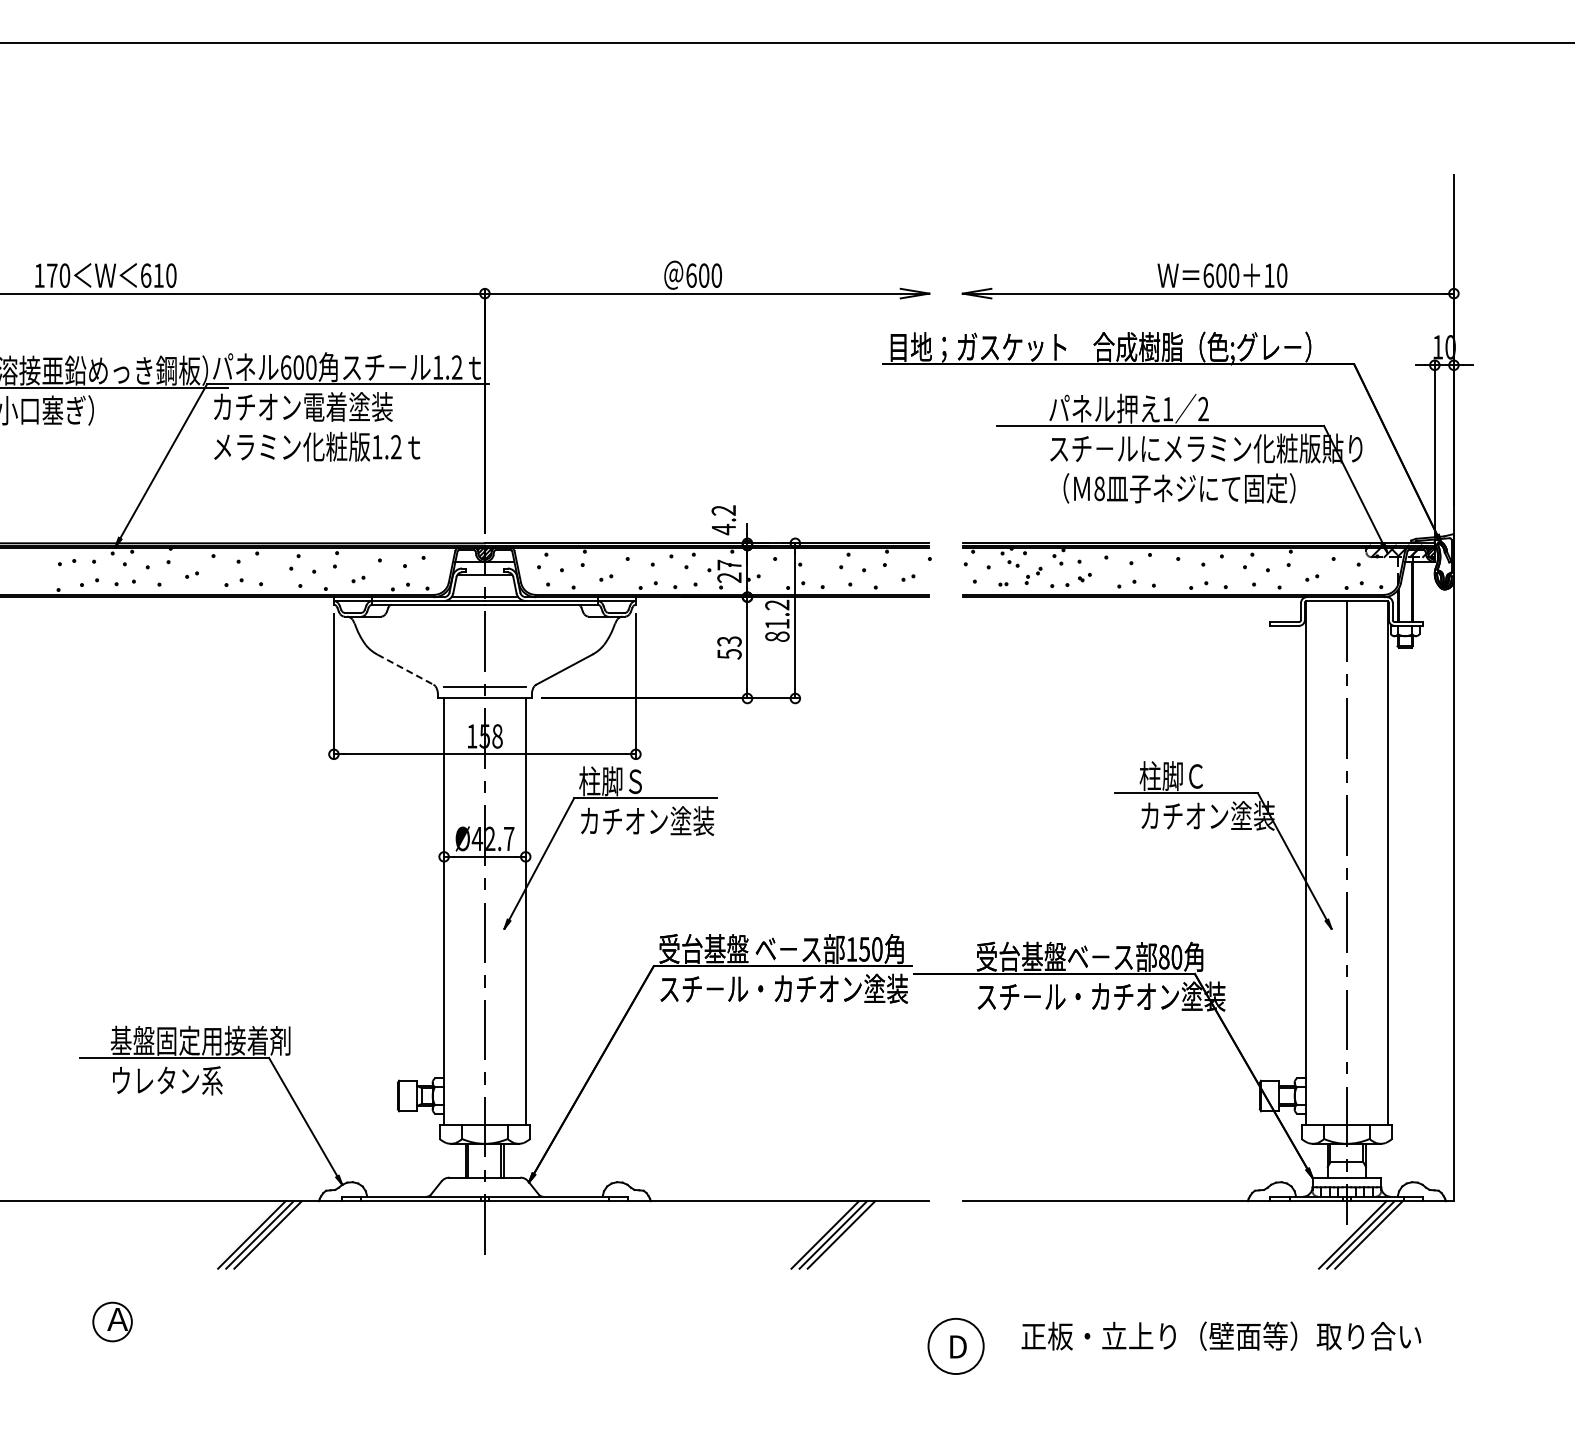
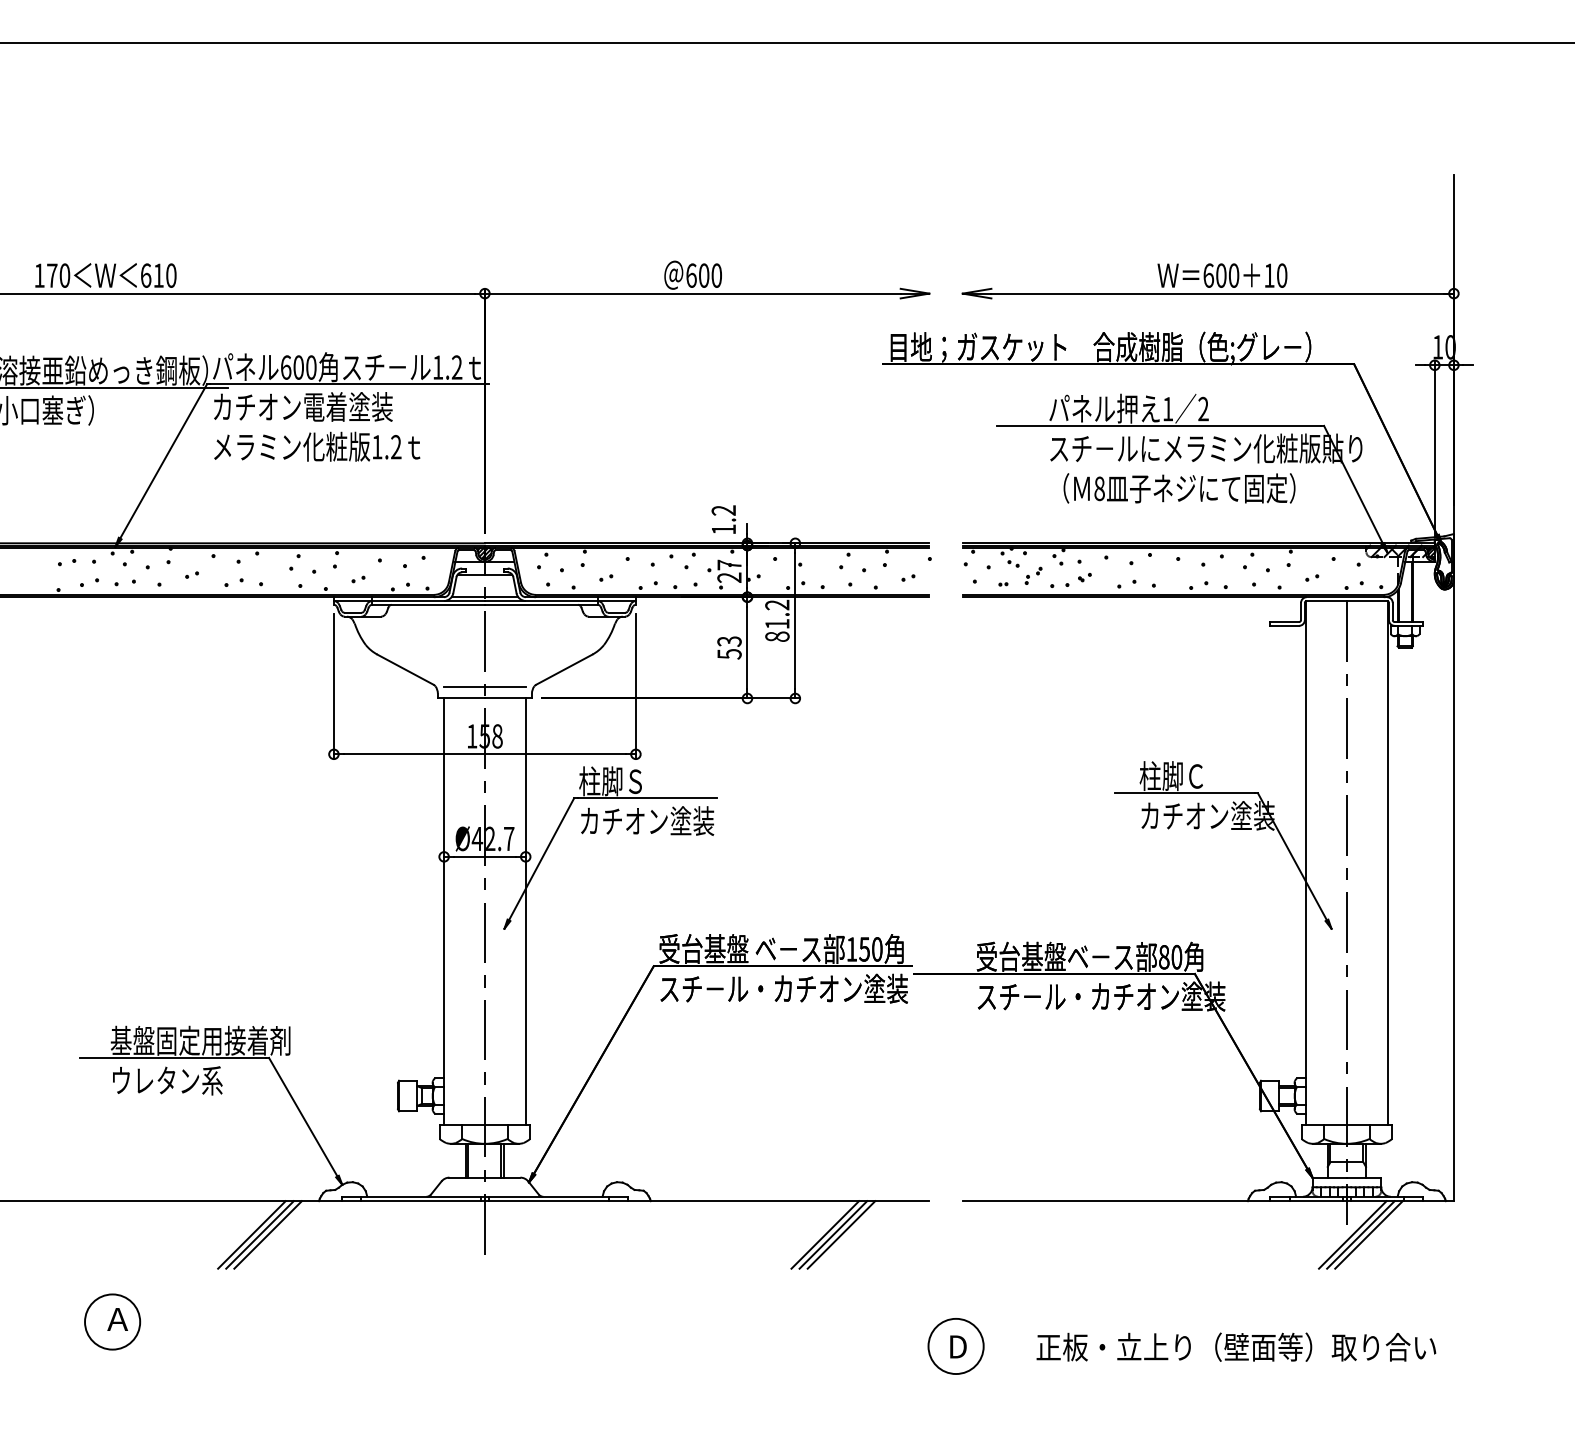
text at (723, 529): 4.2 -> 1.2
line at (405, 669): dashed -> solid
circle at (112, 1321) diameter: 39 px -> 55 px
text at (1221, 1335) position: (1221, 1335) -> (1236, 1346)
